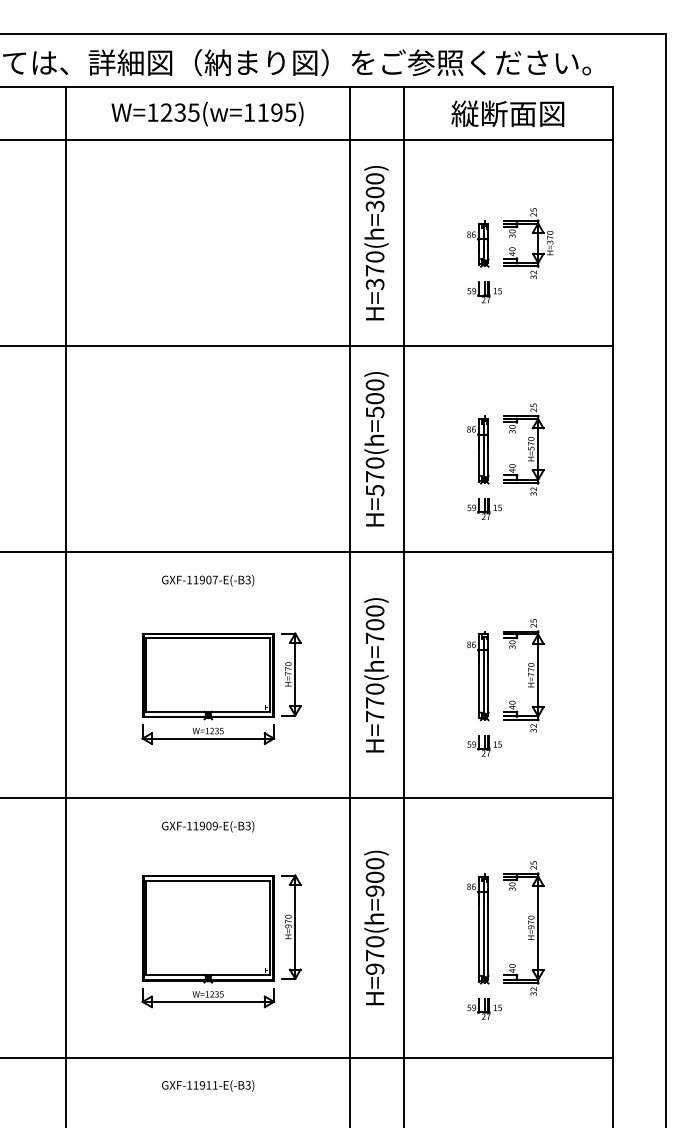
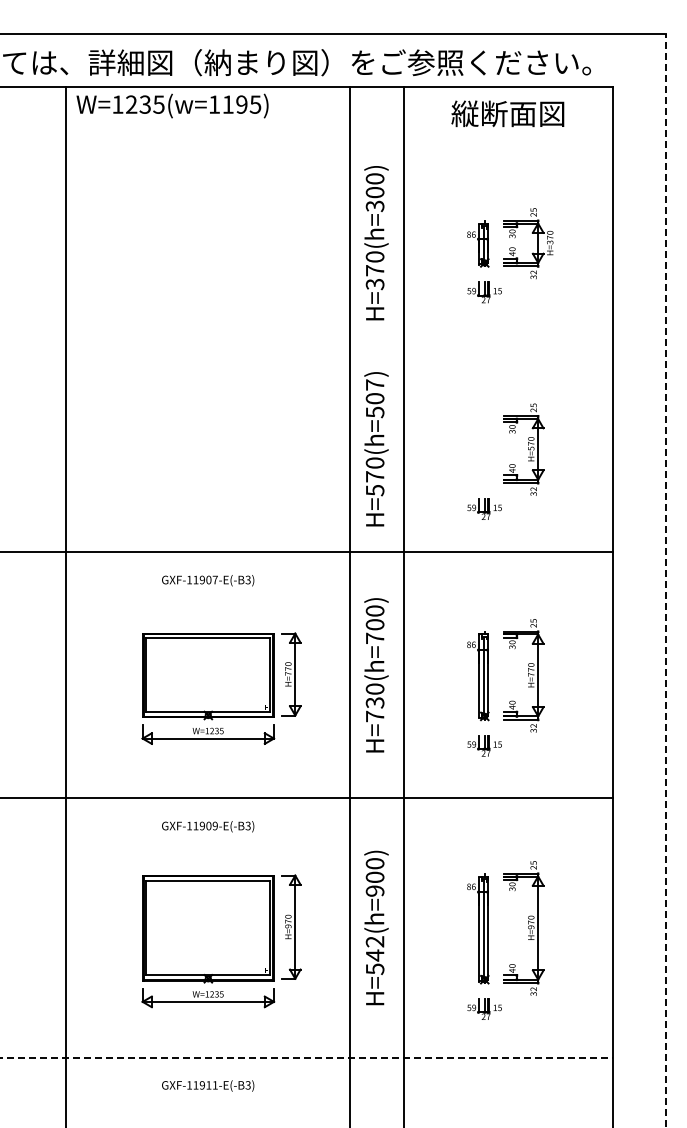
text at (207, 113) position: (207, 113) -> (172, 105)
line at (307, 140): present -> none
line at (307, 346): present -> none
text at (374, 384): H=570(h=500) -> H=570(h=507)
part at (478, 449): present -> none
line at (666, 580): solid -> dashed
text at (374, 702): H=770(h=700) -> H=730(h=700)
text at (374, 955): H=970(h=900) -> H=542(h=900)
line at (307, 1057): solid -> dashed
